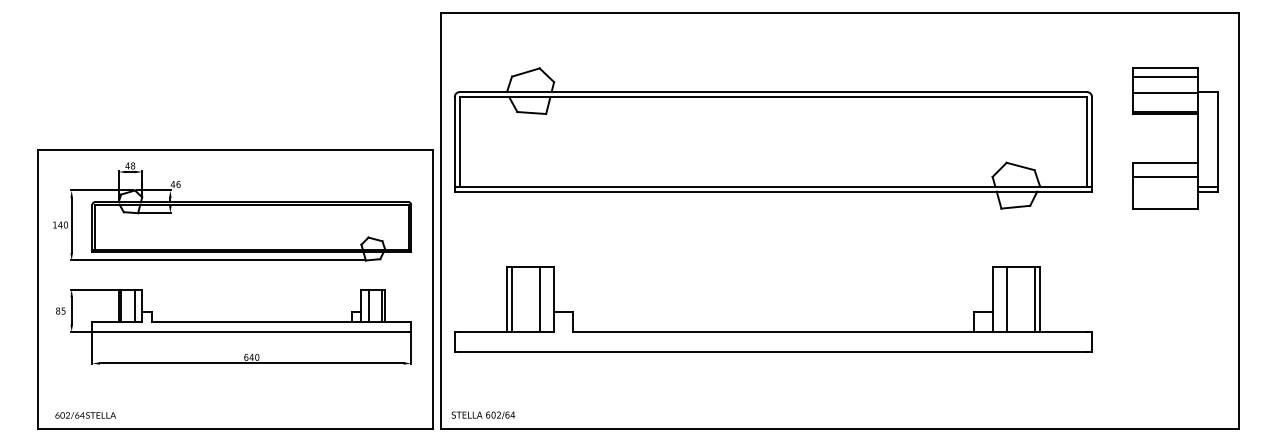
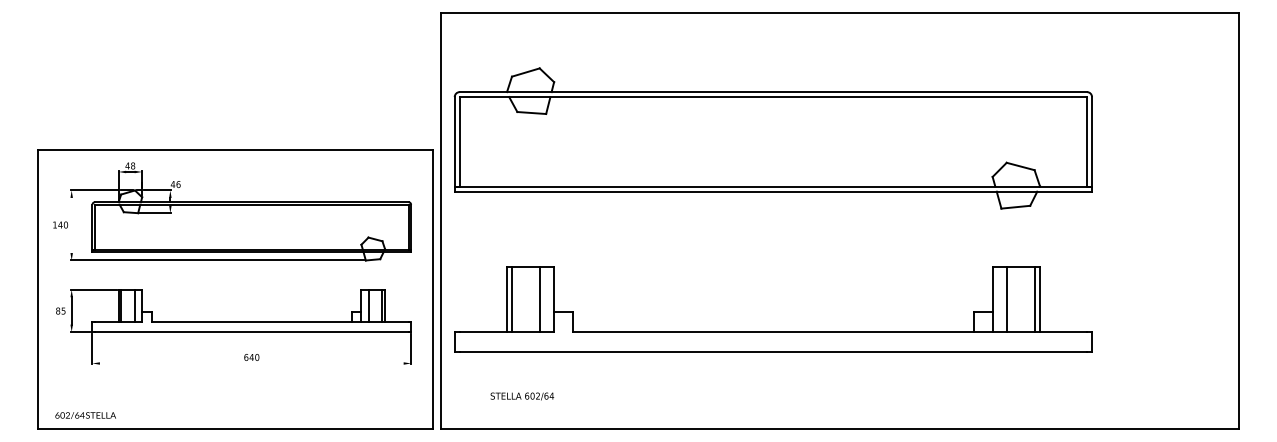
part at (1197, 138): present -> none
line at (71, 225): present -> none
line at (251, 363): present -> none
text at (483, 415) position: (483, 415) -> (522, 396)
